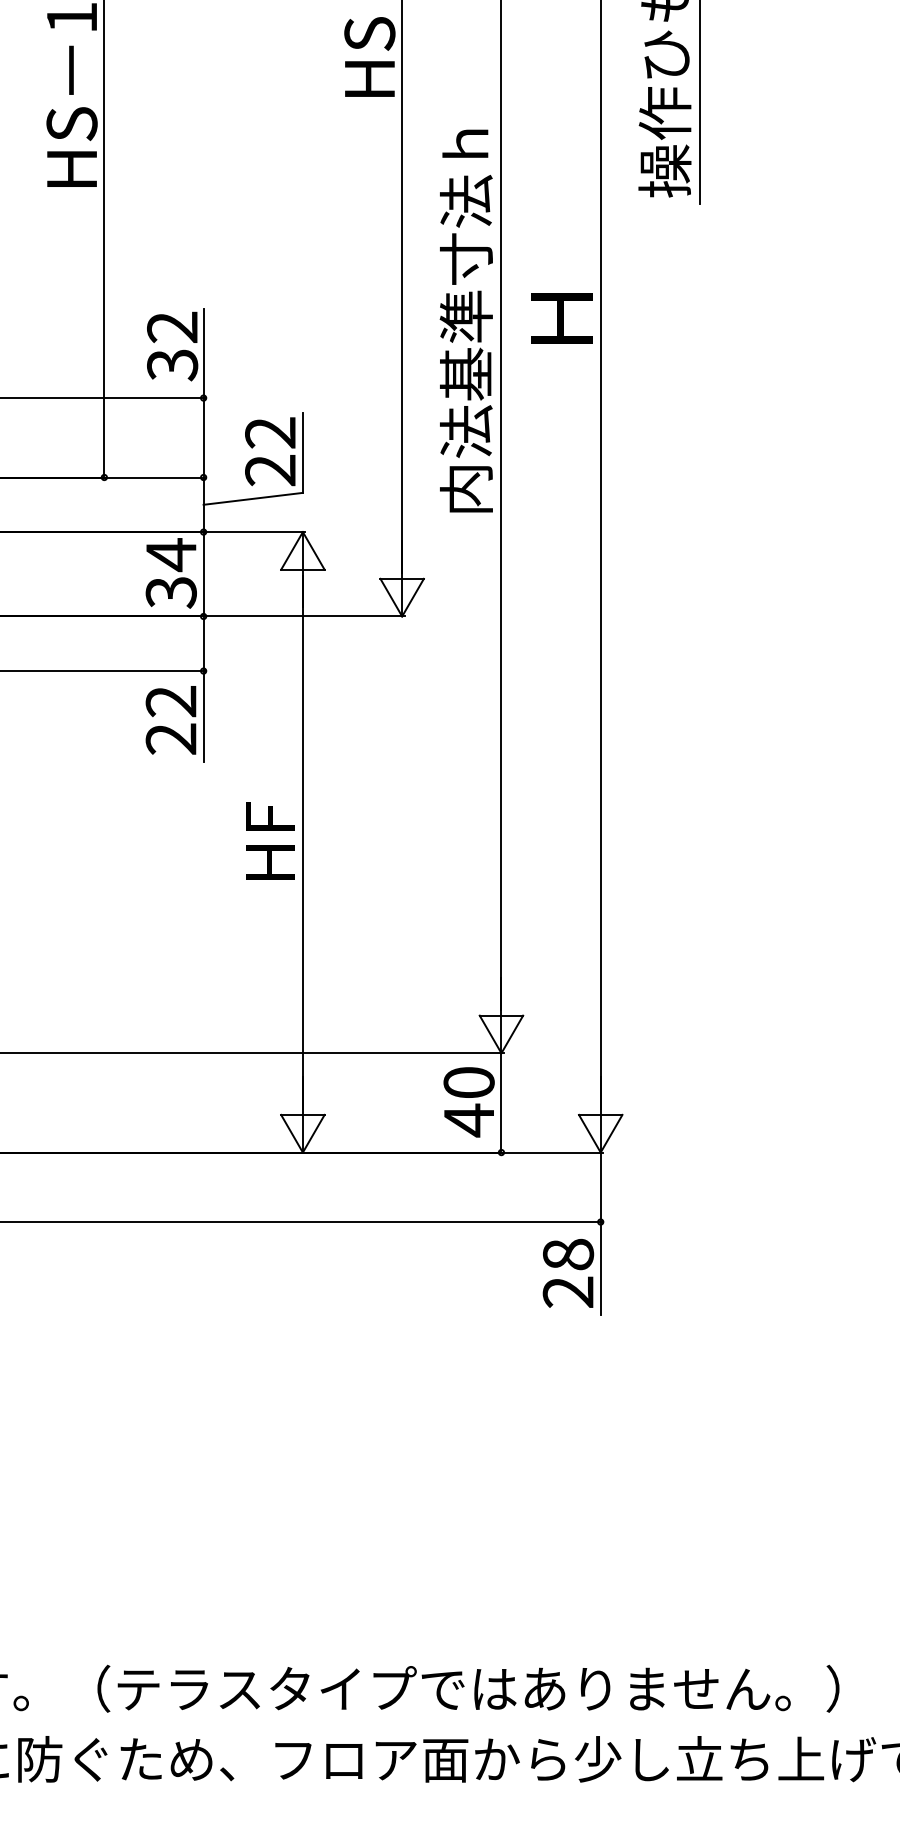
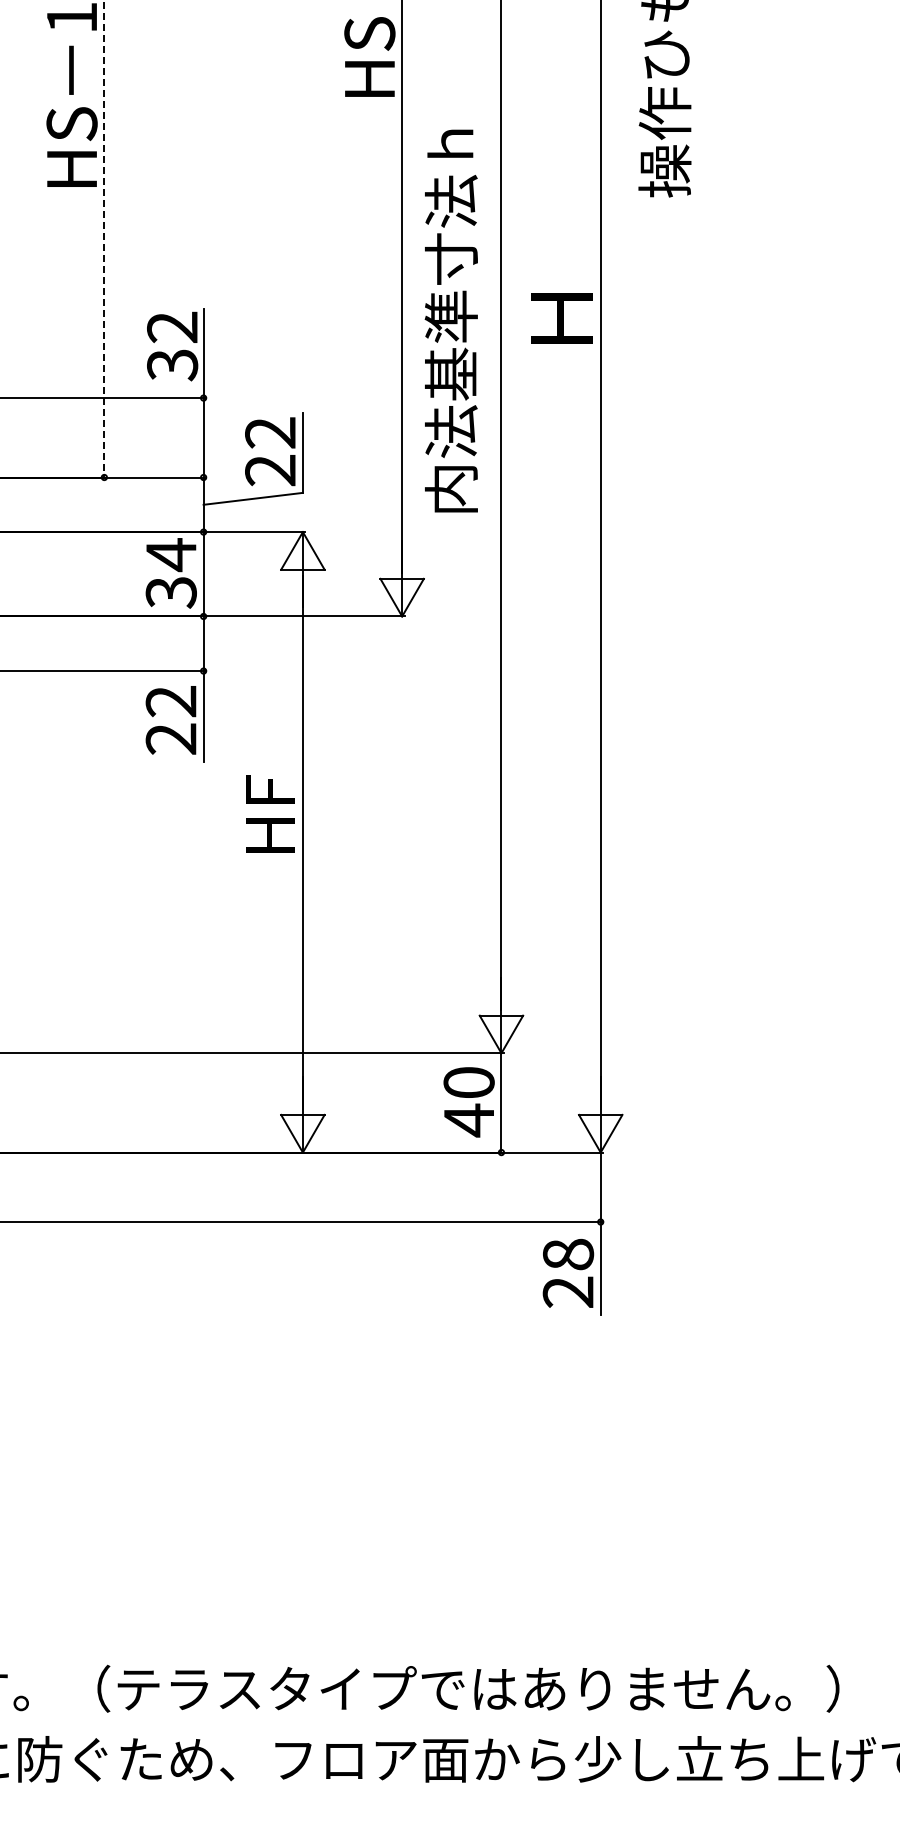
line at (699, 102): present -> none
line at (104, 239): solid -> dashed
text at (465, 320) position: (465, 320) -> (450, 320)
text at (270, 840) position: (270, 840) -> (270, 813)
